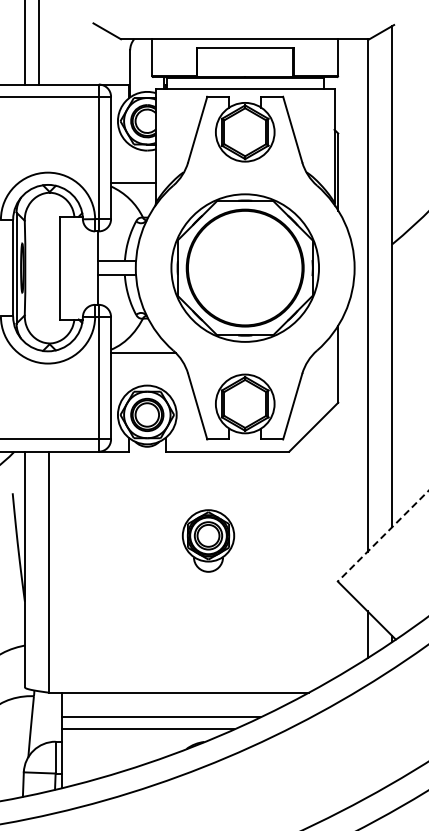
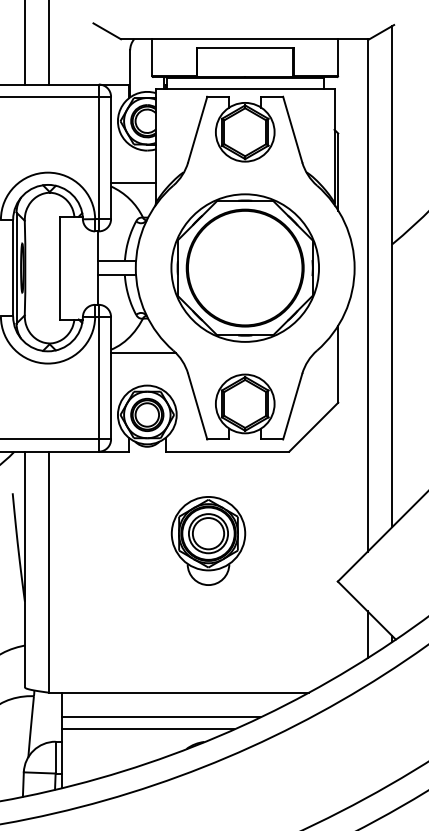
line at (39, 43) position: (39, 43) -> (49, 43)
line at (383, 536): dashed -> solid
part at (208, 540) size: 55x64 px -> 77x90 px
